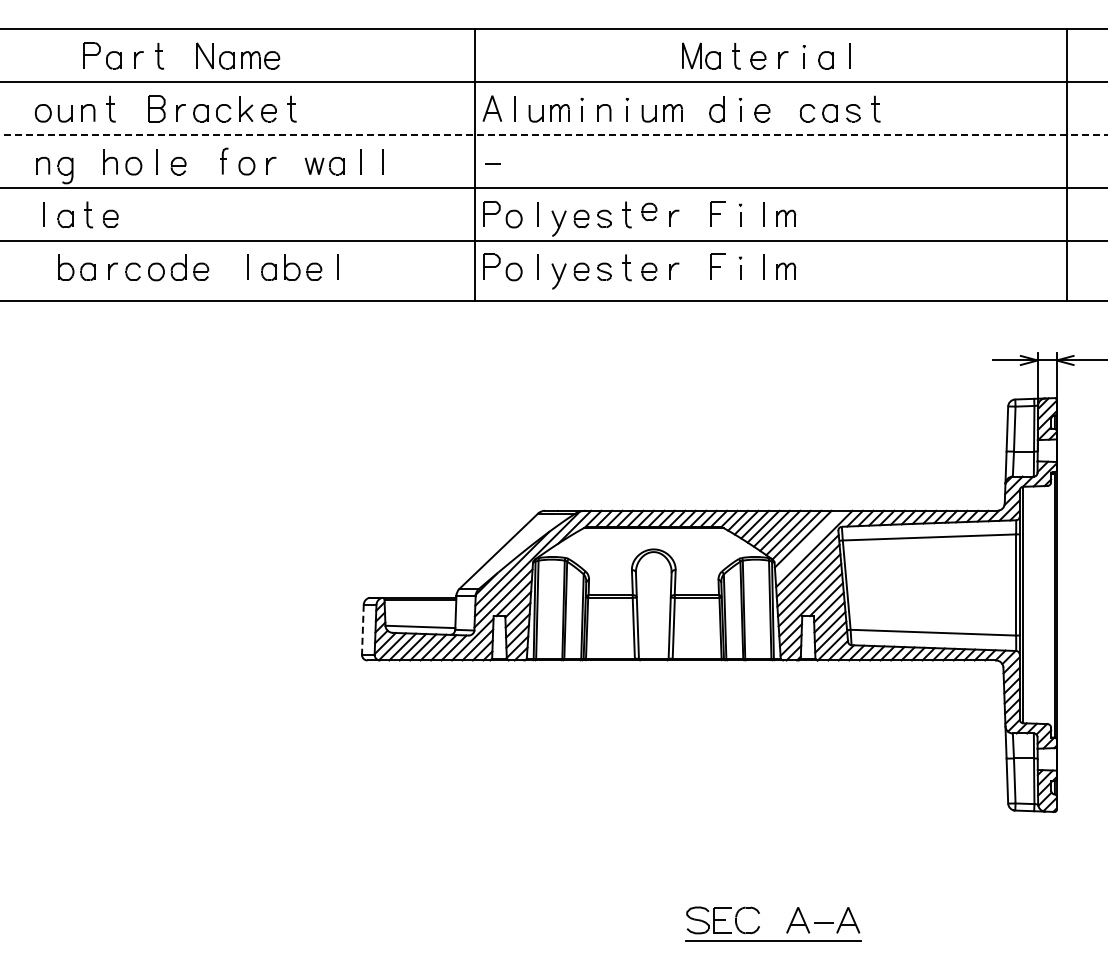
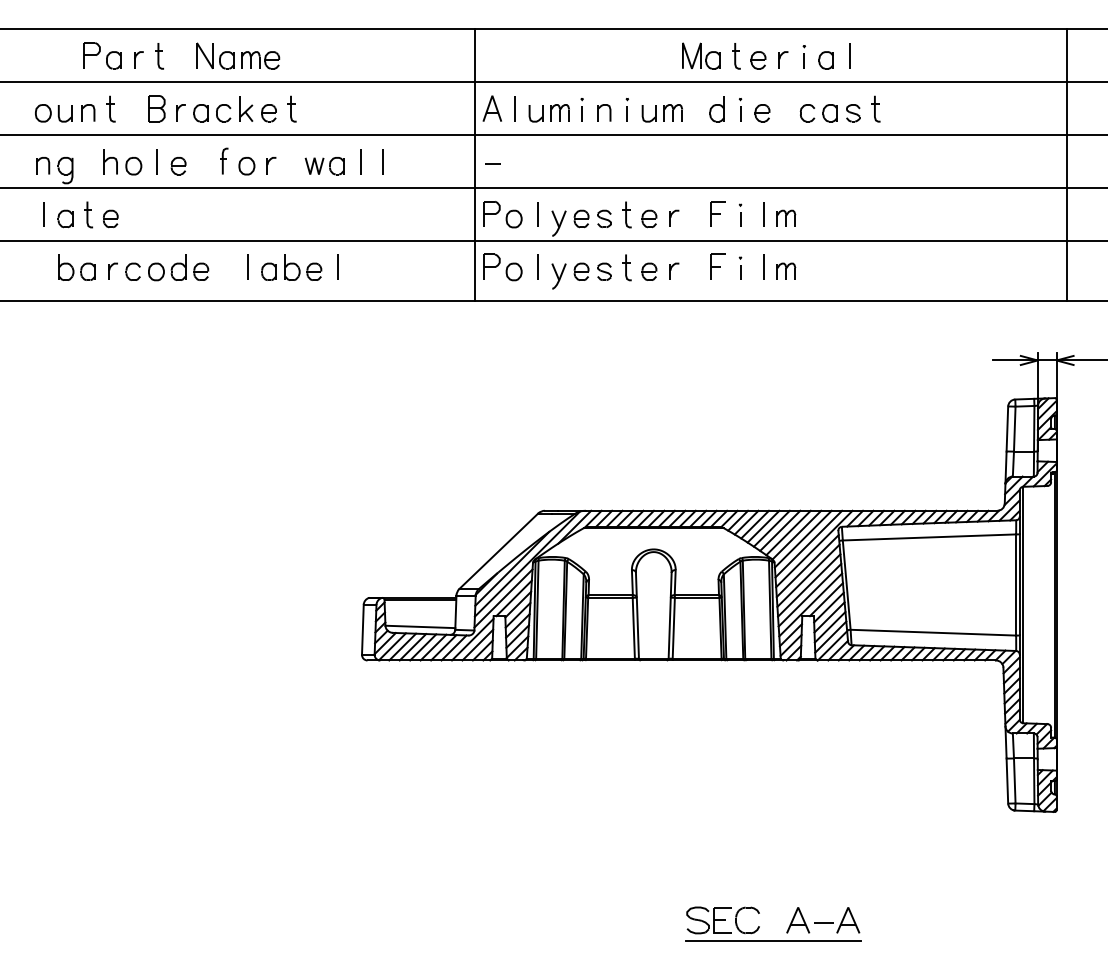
line at (554, 134): dashed -> solid
part at (649, 211) position: (649, 211) -> (649, 218)
line at (808, 543): none -> present
line at (362, 629): dashed -> solid
